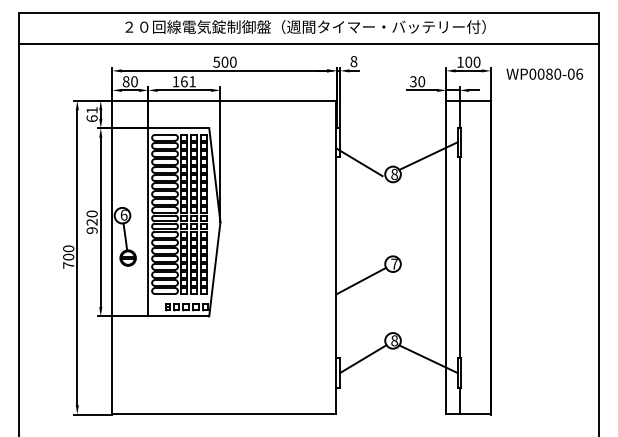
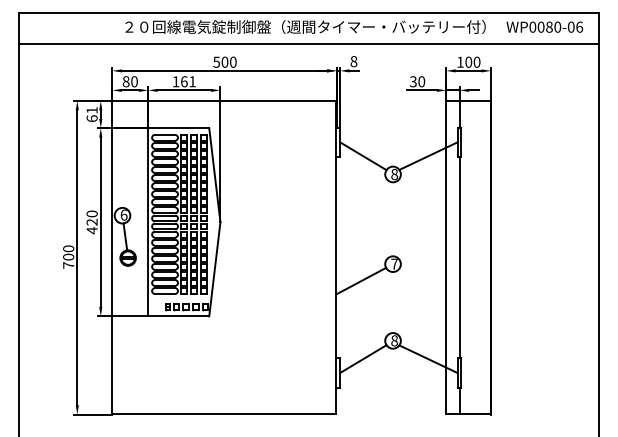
text at (544, 73) position: (544, 73) -> (544, 26)
line at (359, 162) position: (359, 162) -> (363, 156)
text at (91, 230): 920 -> 420
